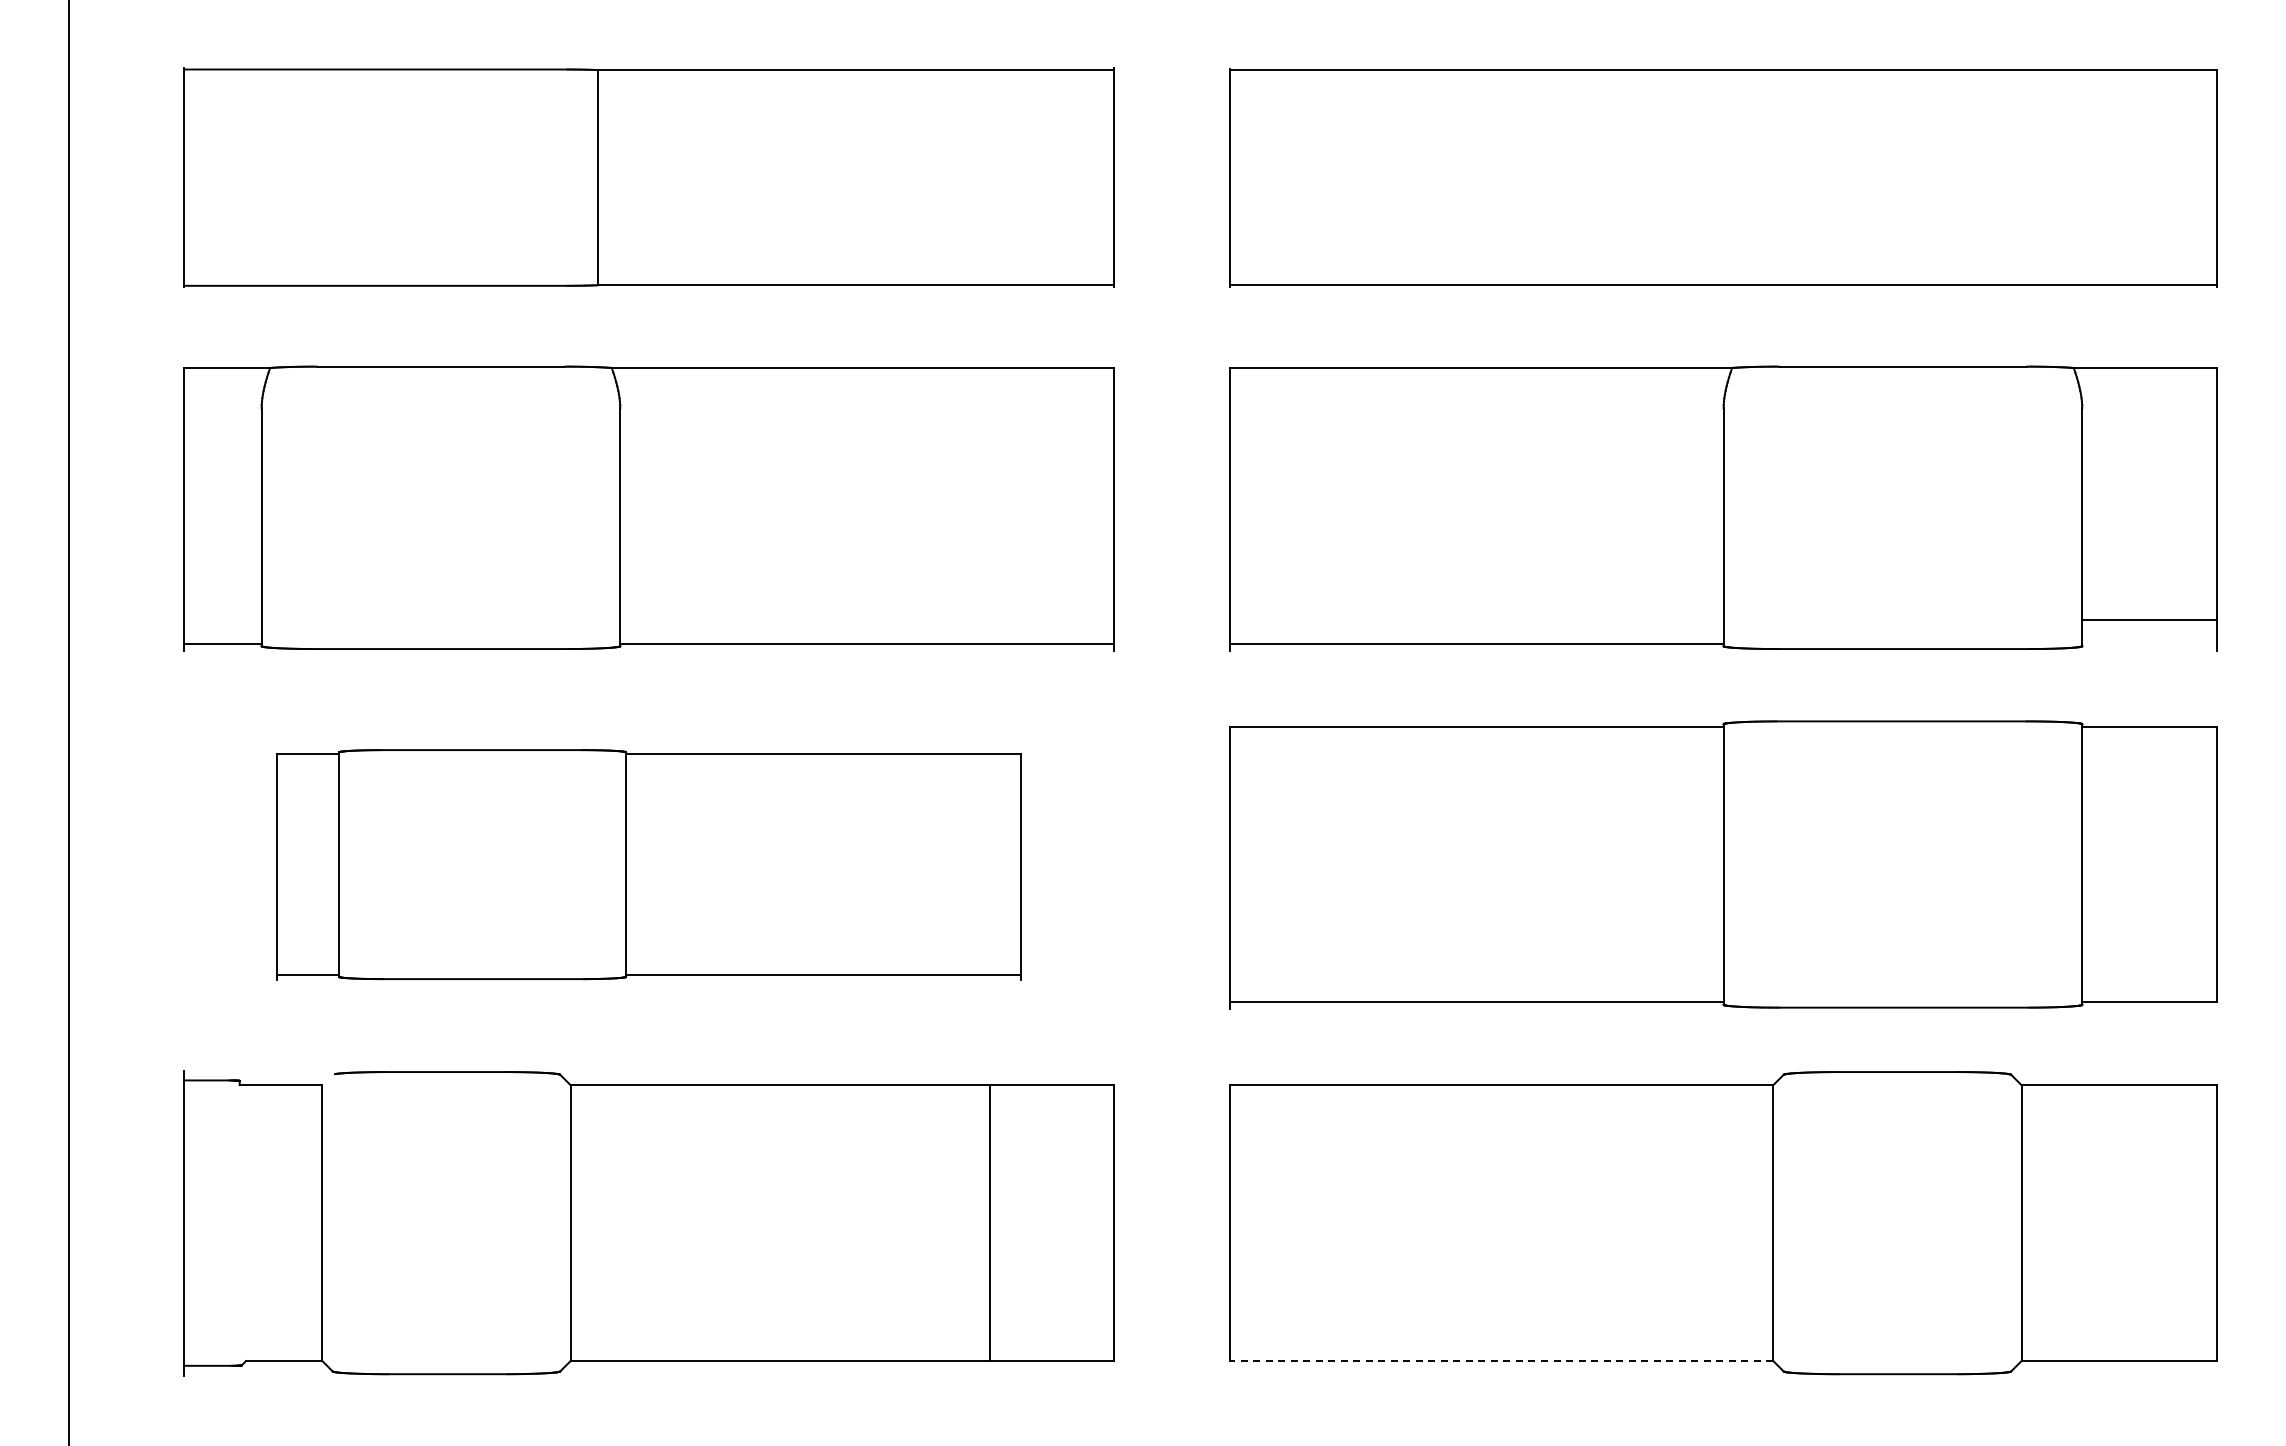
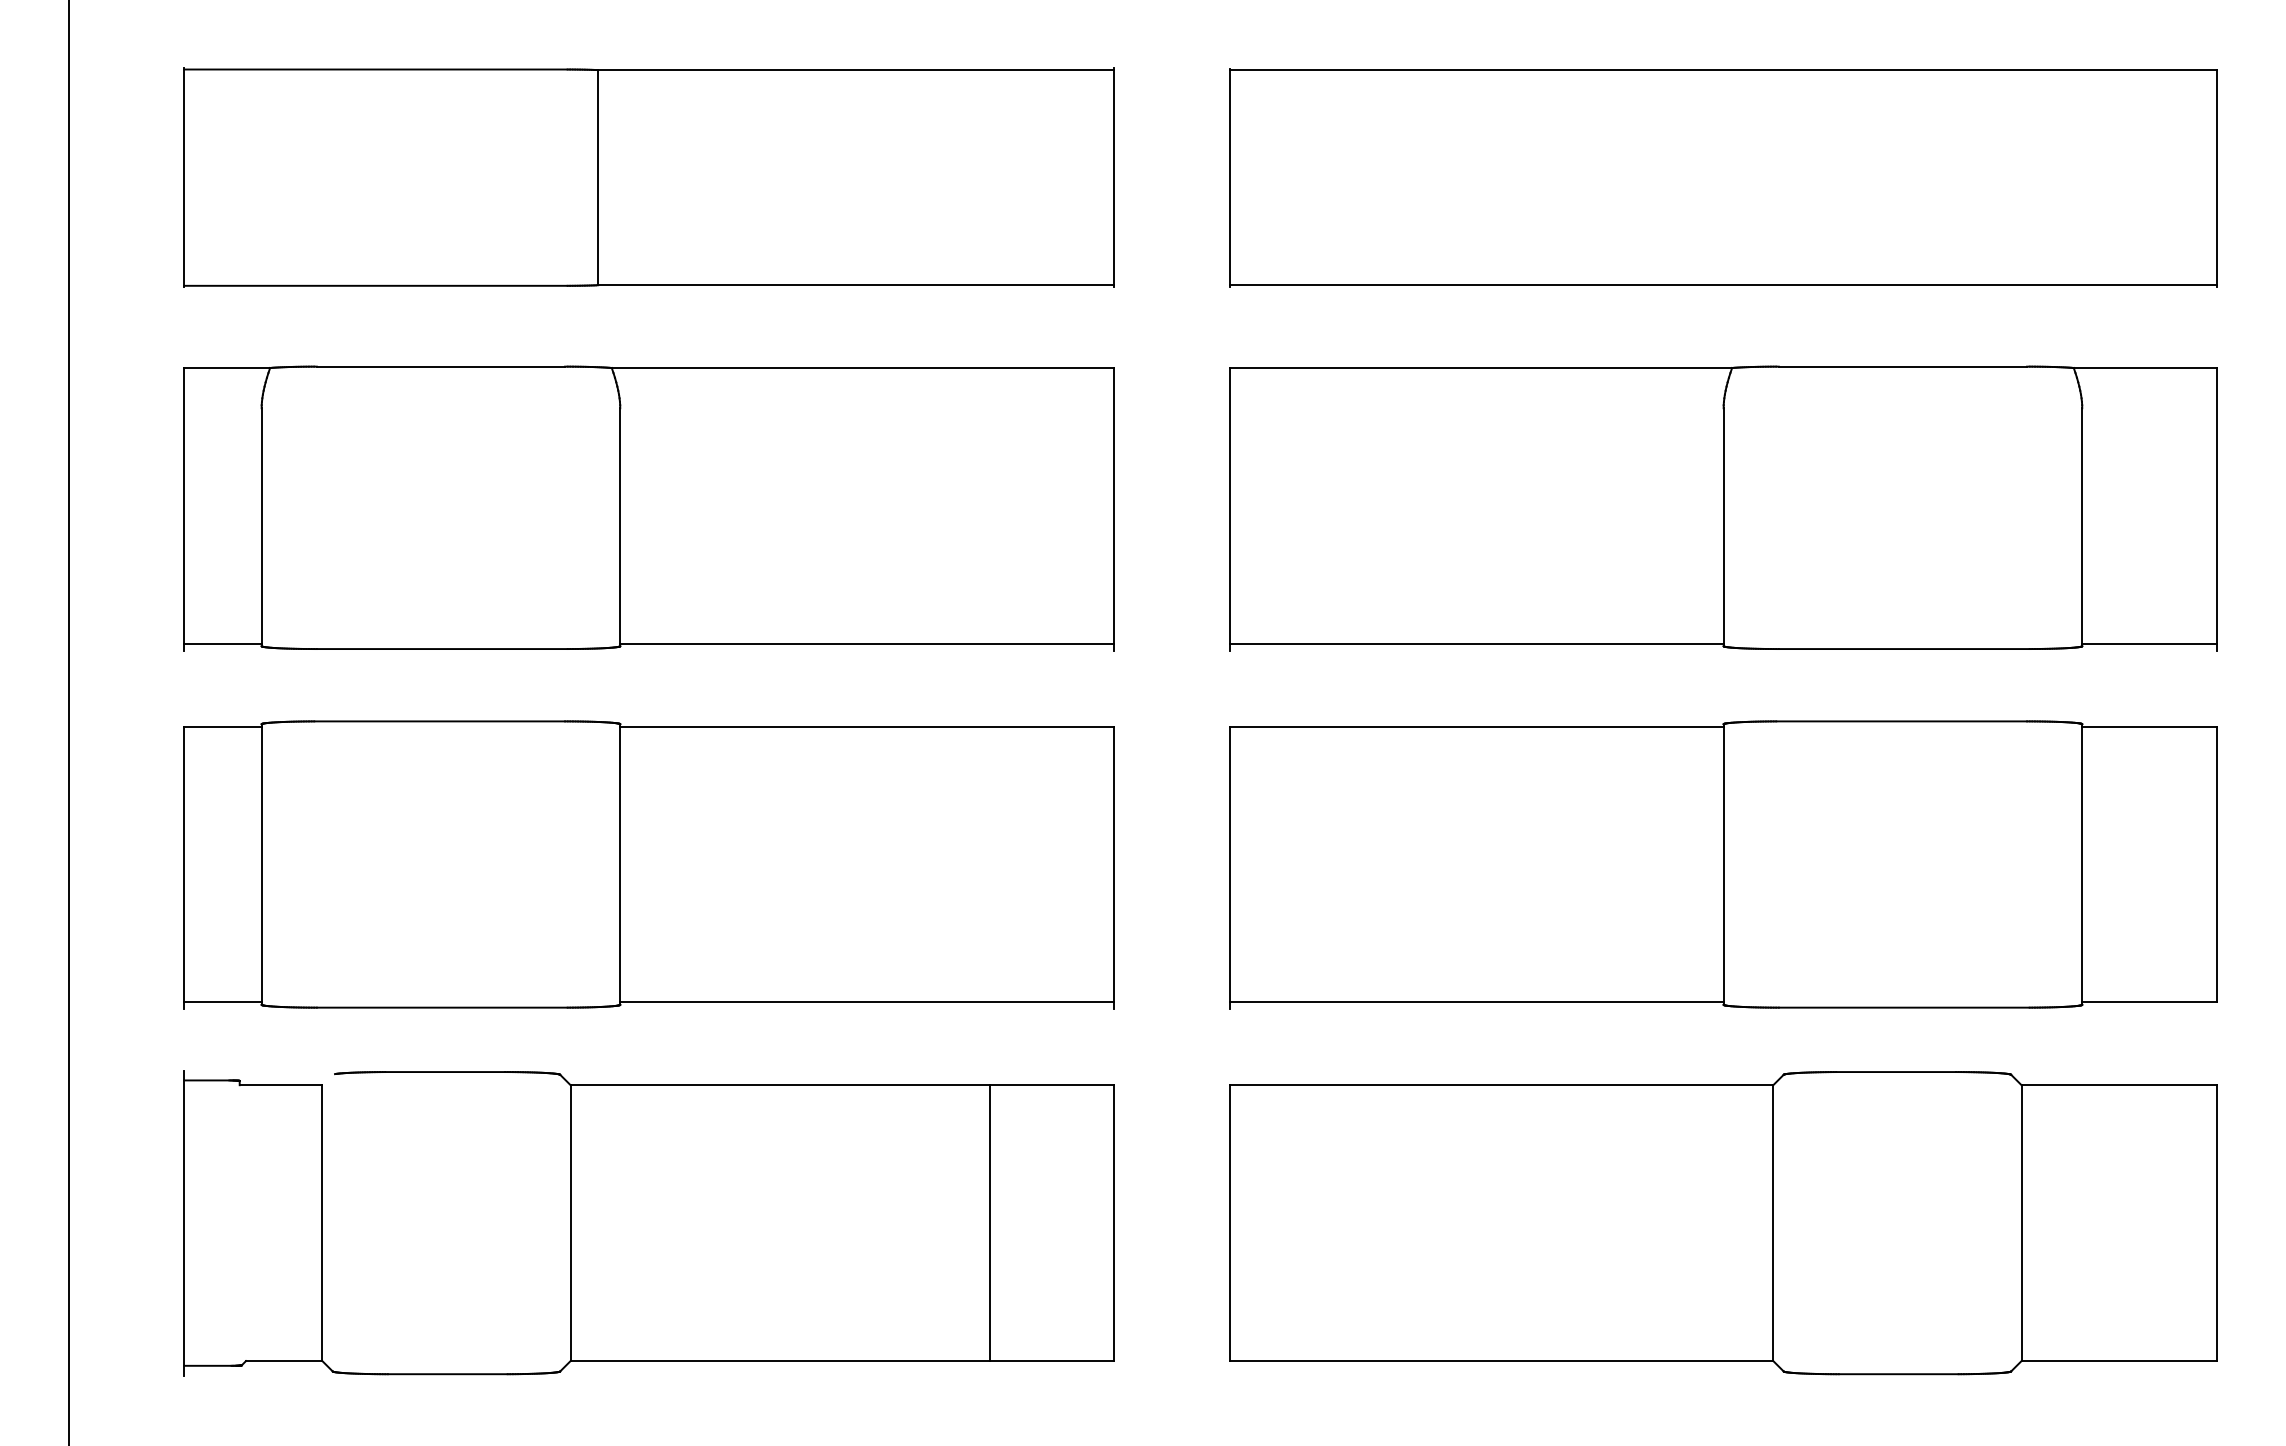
line at (2149, 619) position: (2149, 619) -> (2149, 643)
part at (648, 864) size: 746x232 px -> 932x290 px
line at (1501, 1361): dashed -> solid
